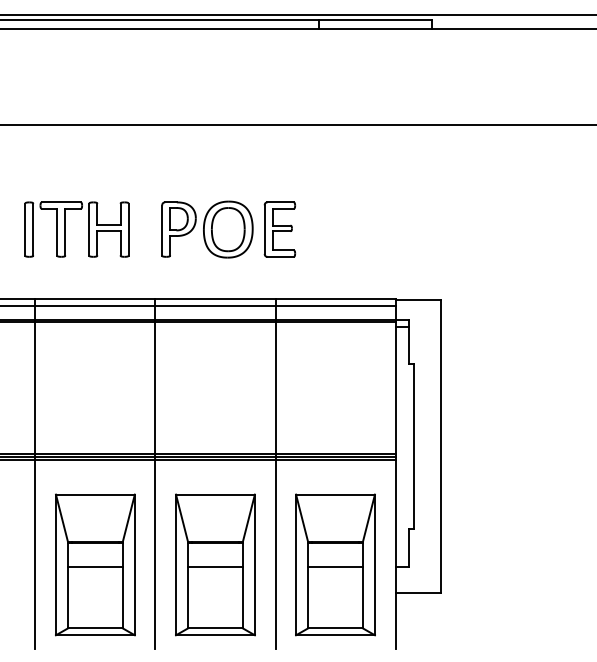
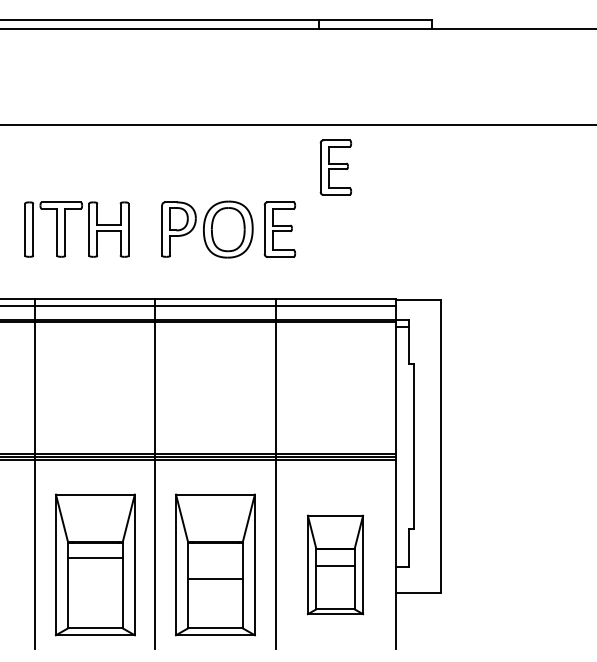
line at (297, 14): present -> none
part at (335, 167): none -> present
part at (335, 564) size: 81x144 px -> 59x102 px
line at (94, 566) position: (94, 566) -> (94, 557)
line at (215, 566) position: (215, 566) -> (215, 578)
